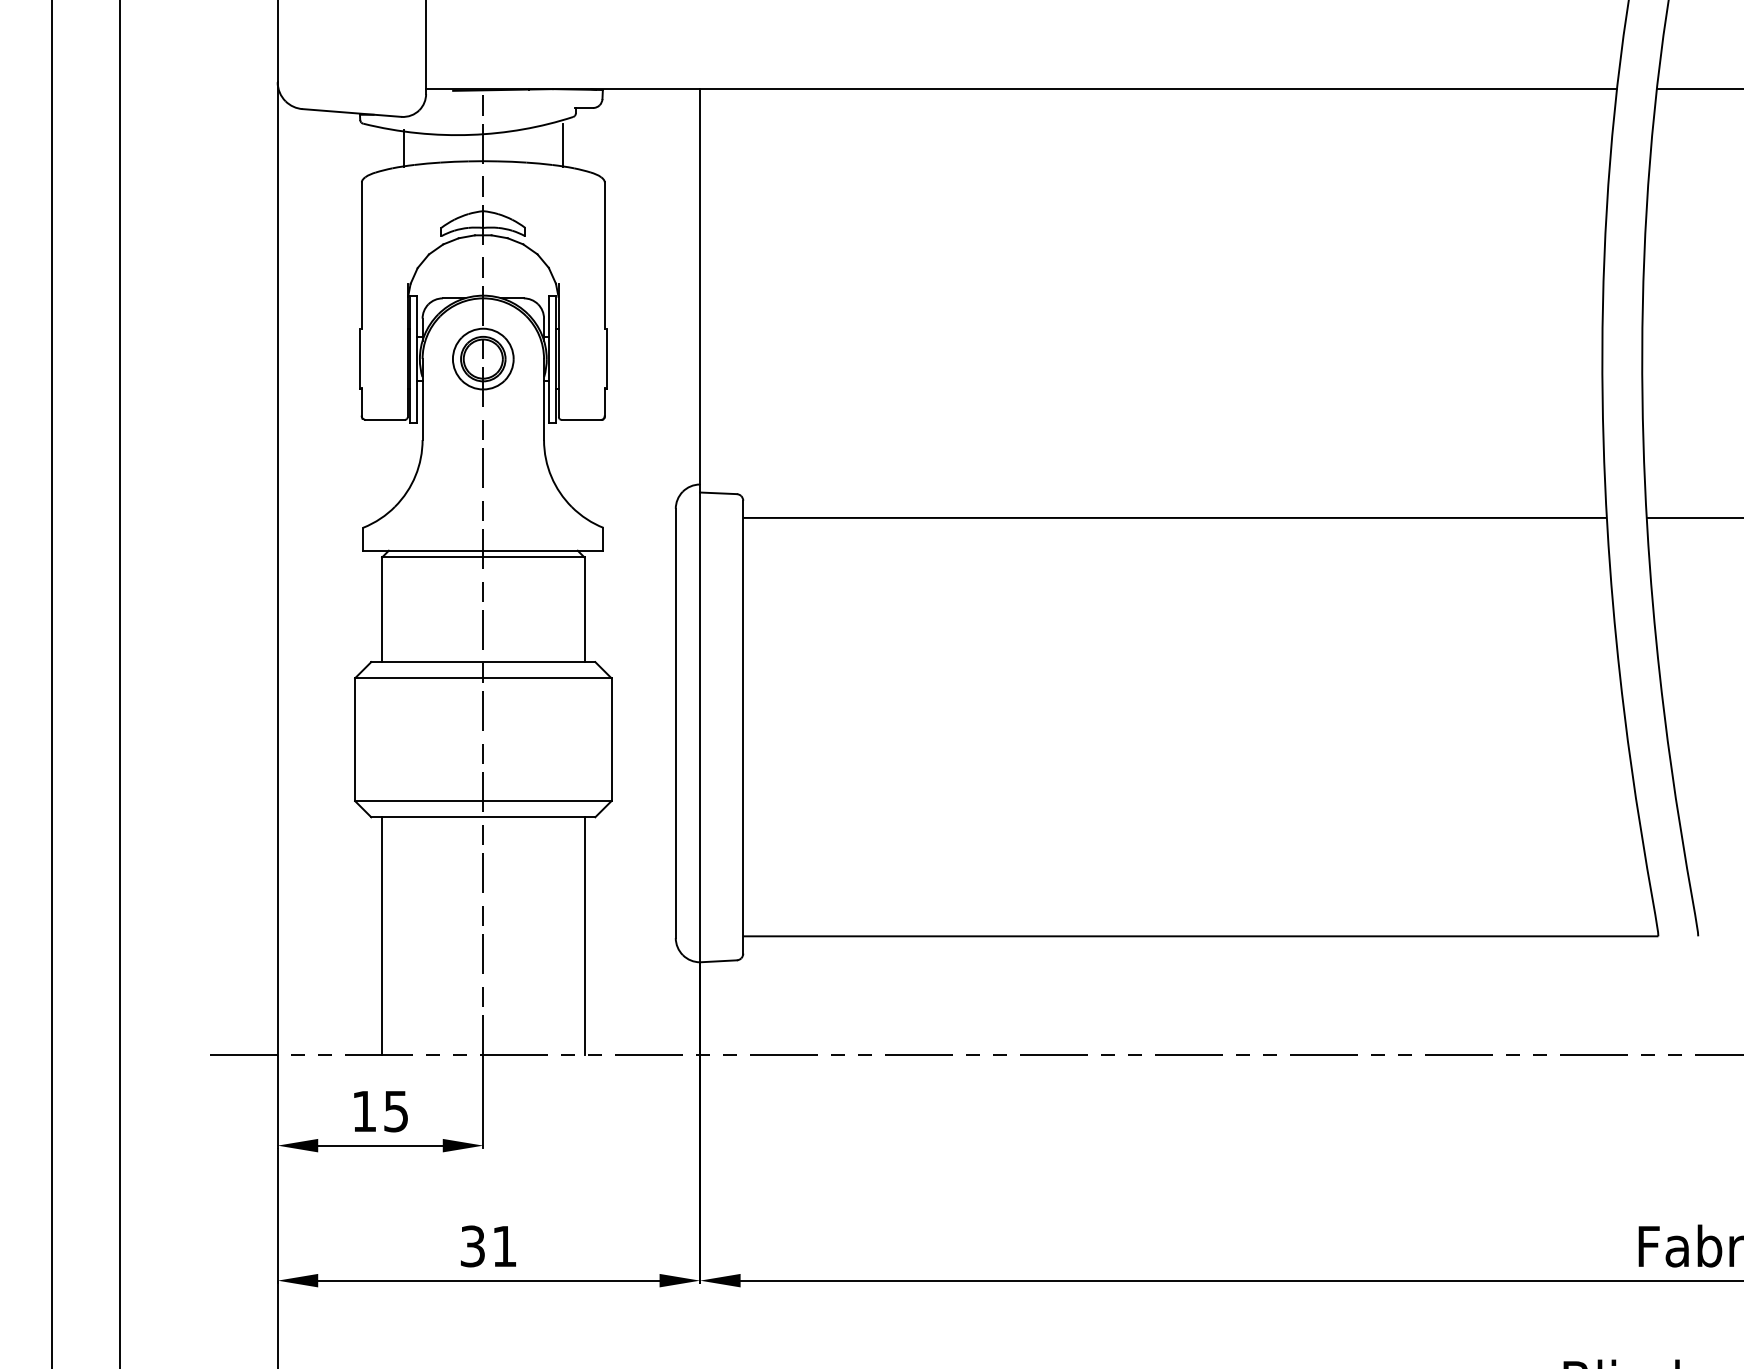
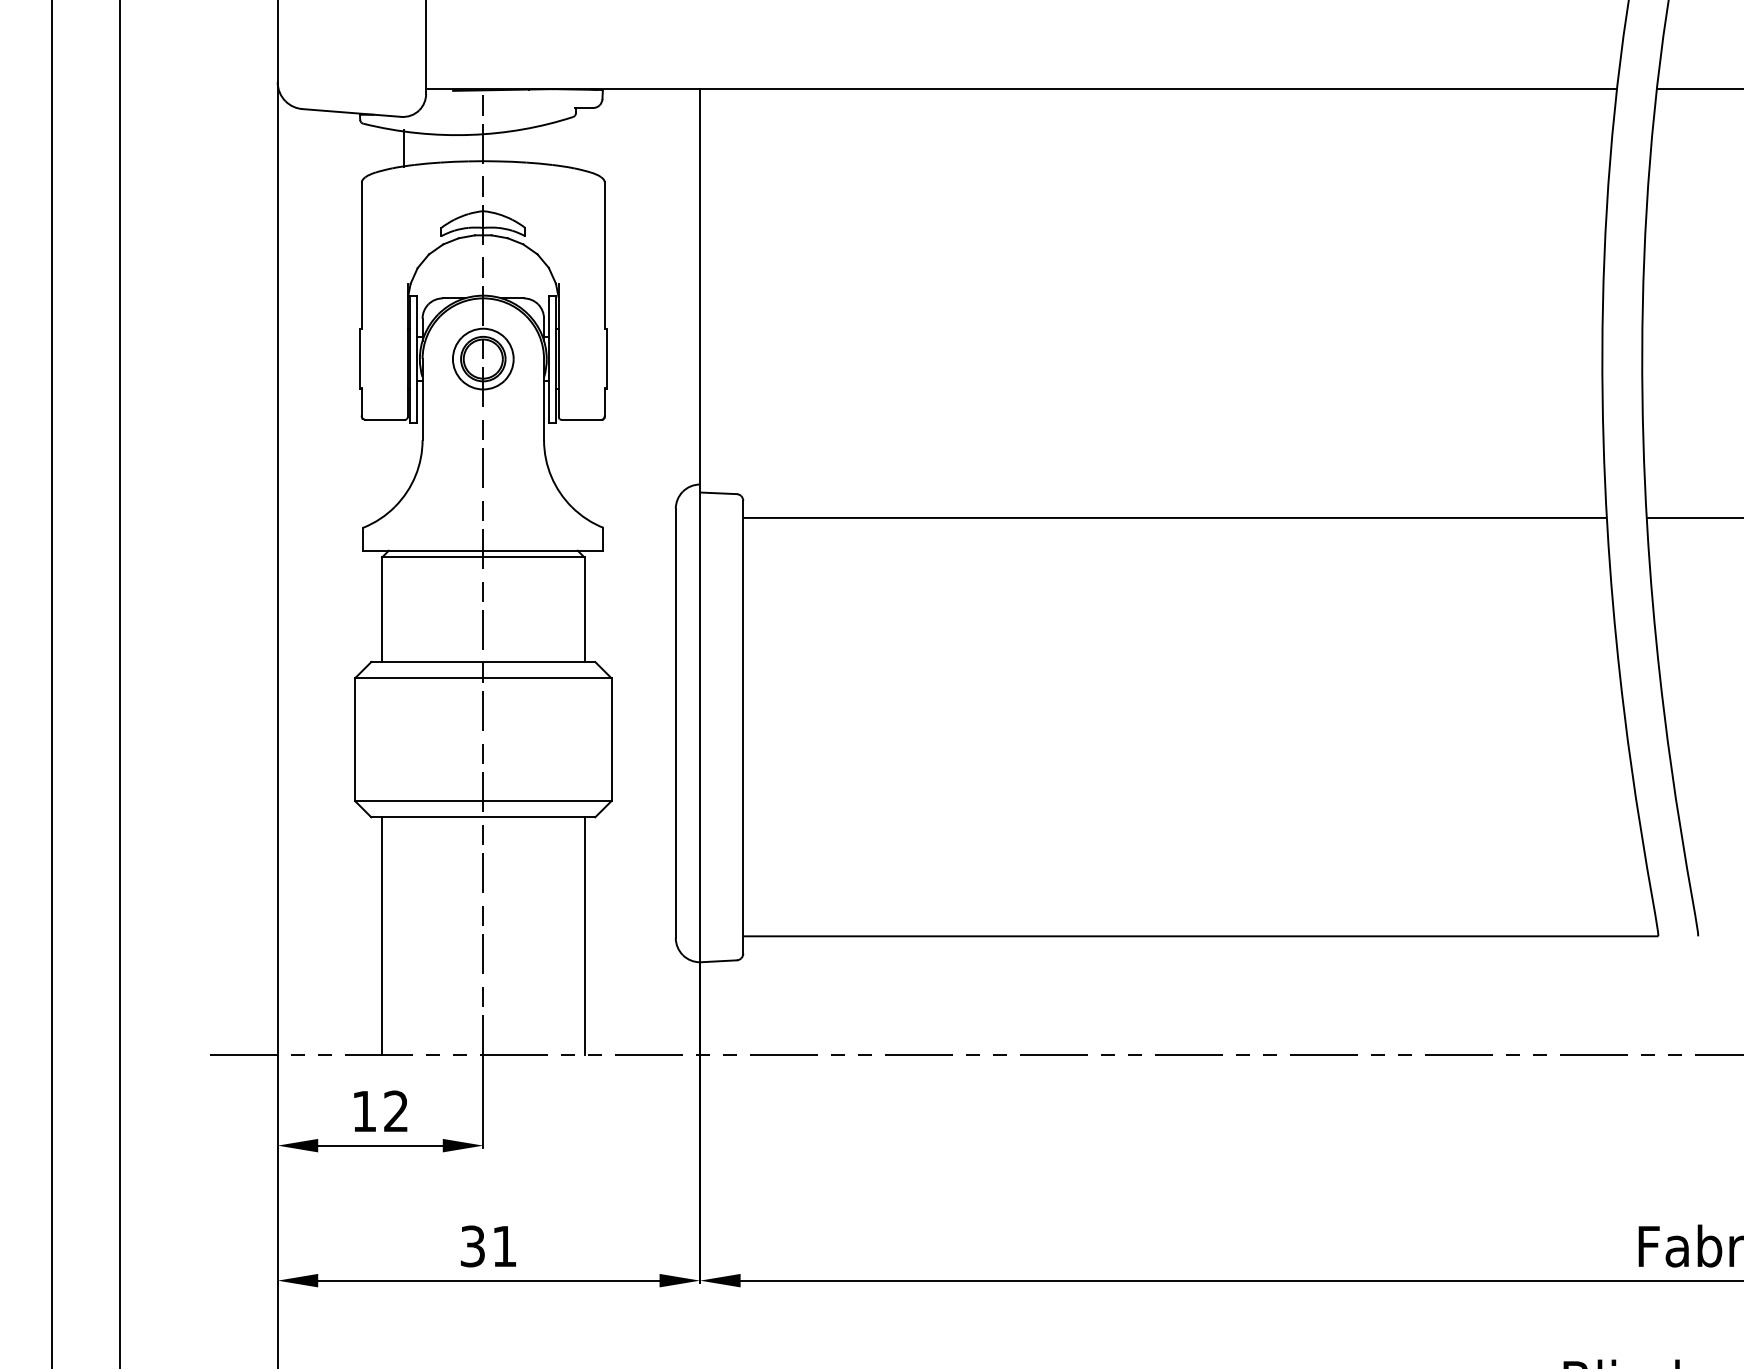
line at (562, 144): present -> none
text at (395, 1111): 15 -> 12
